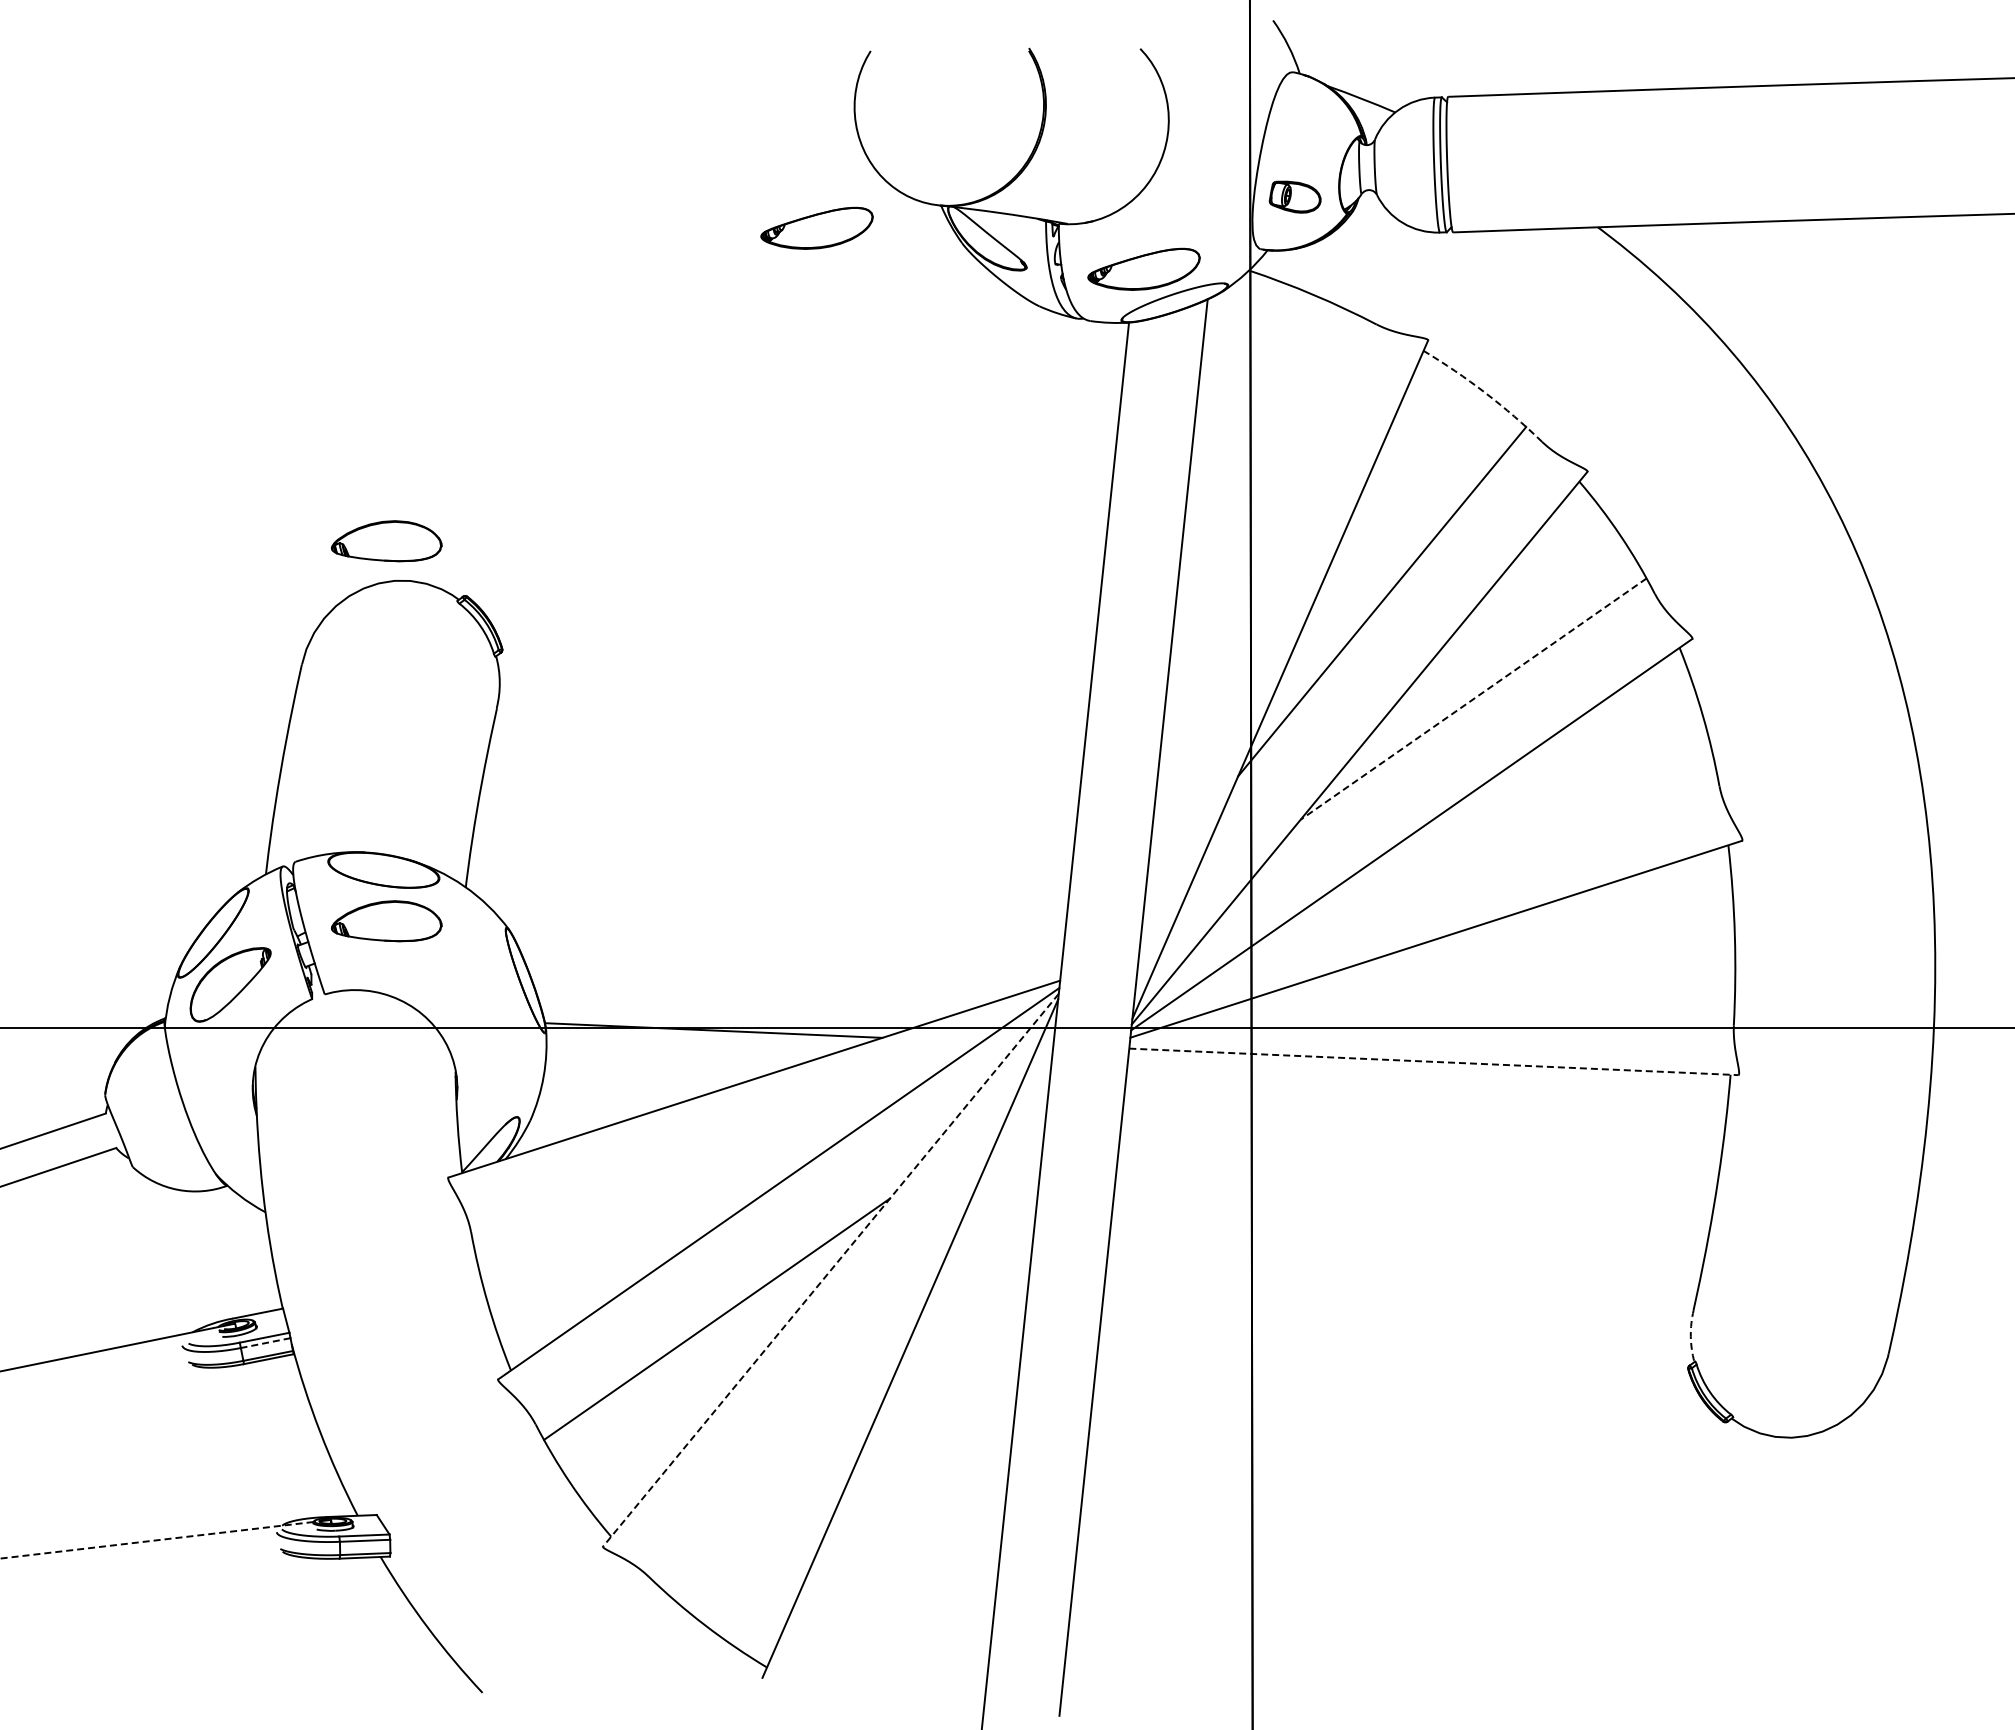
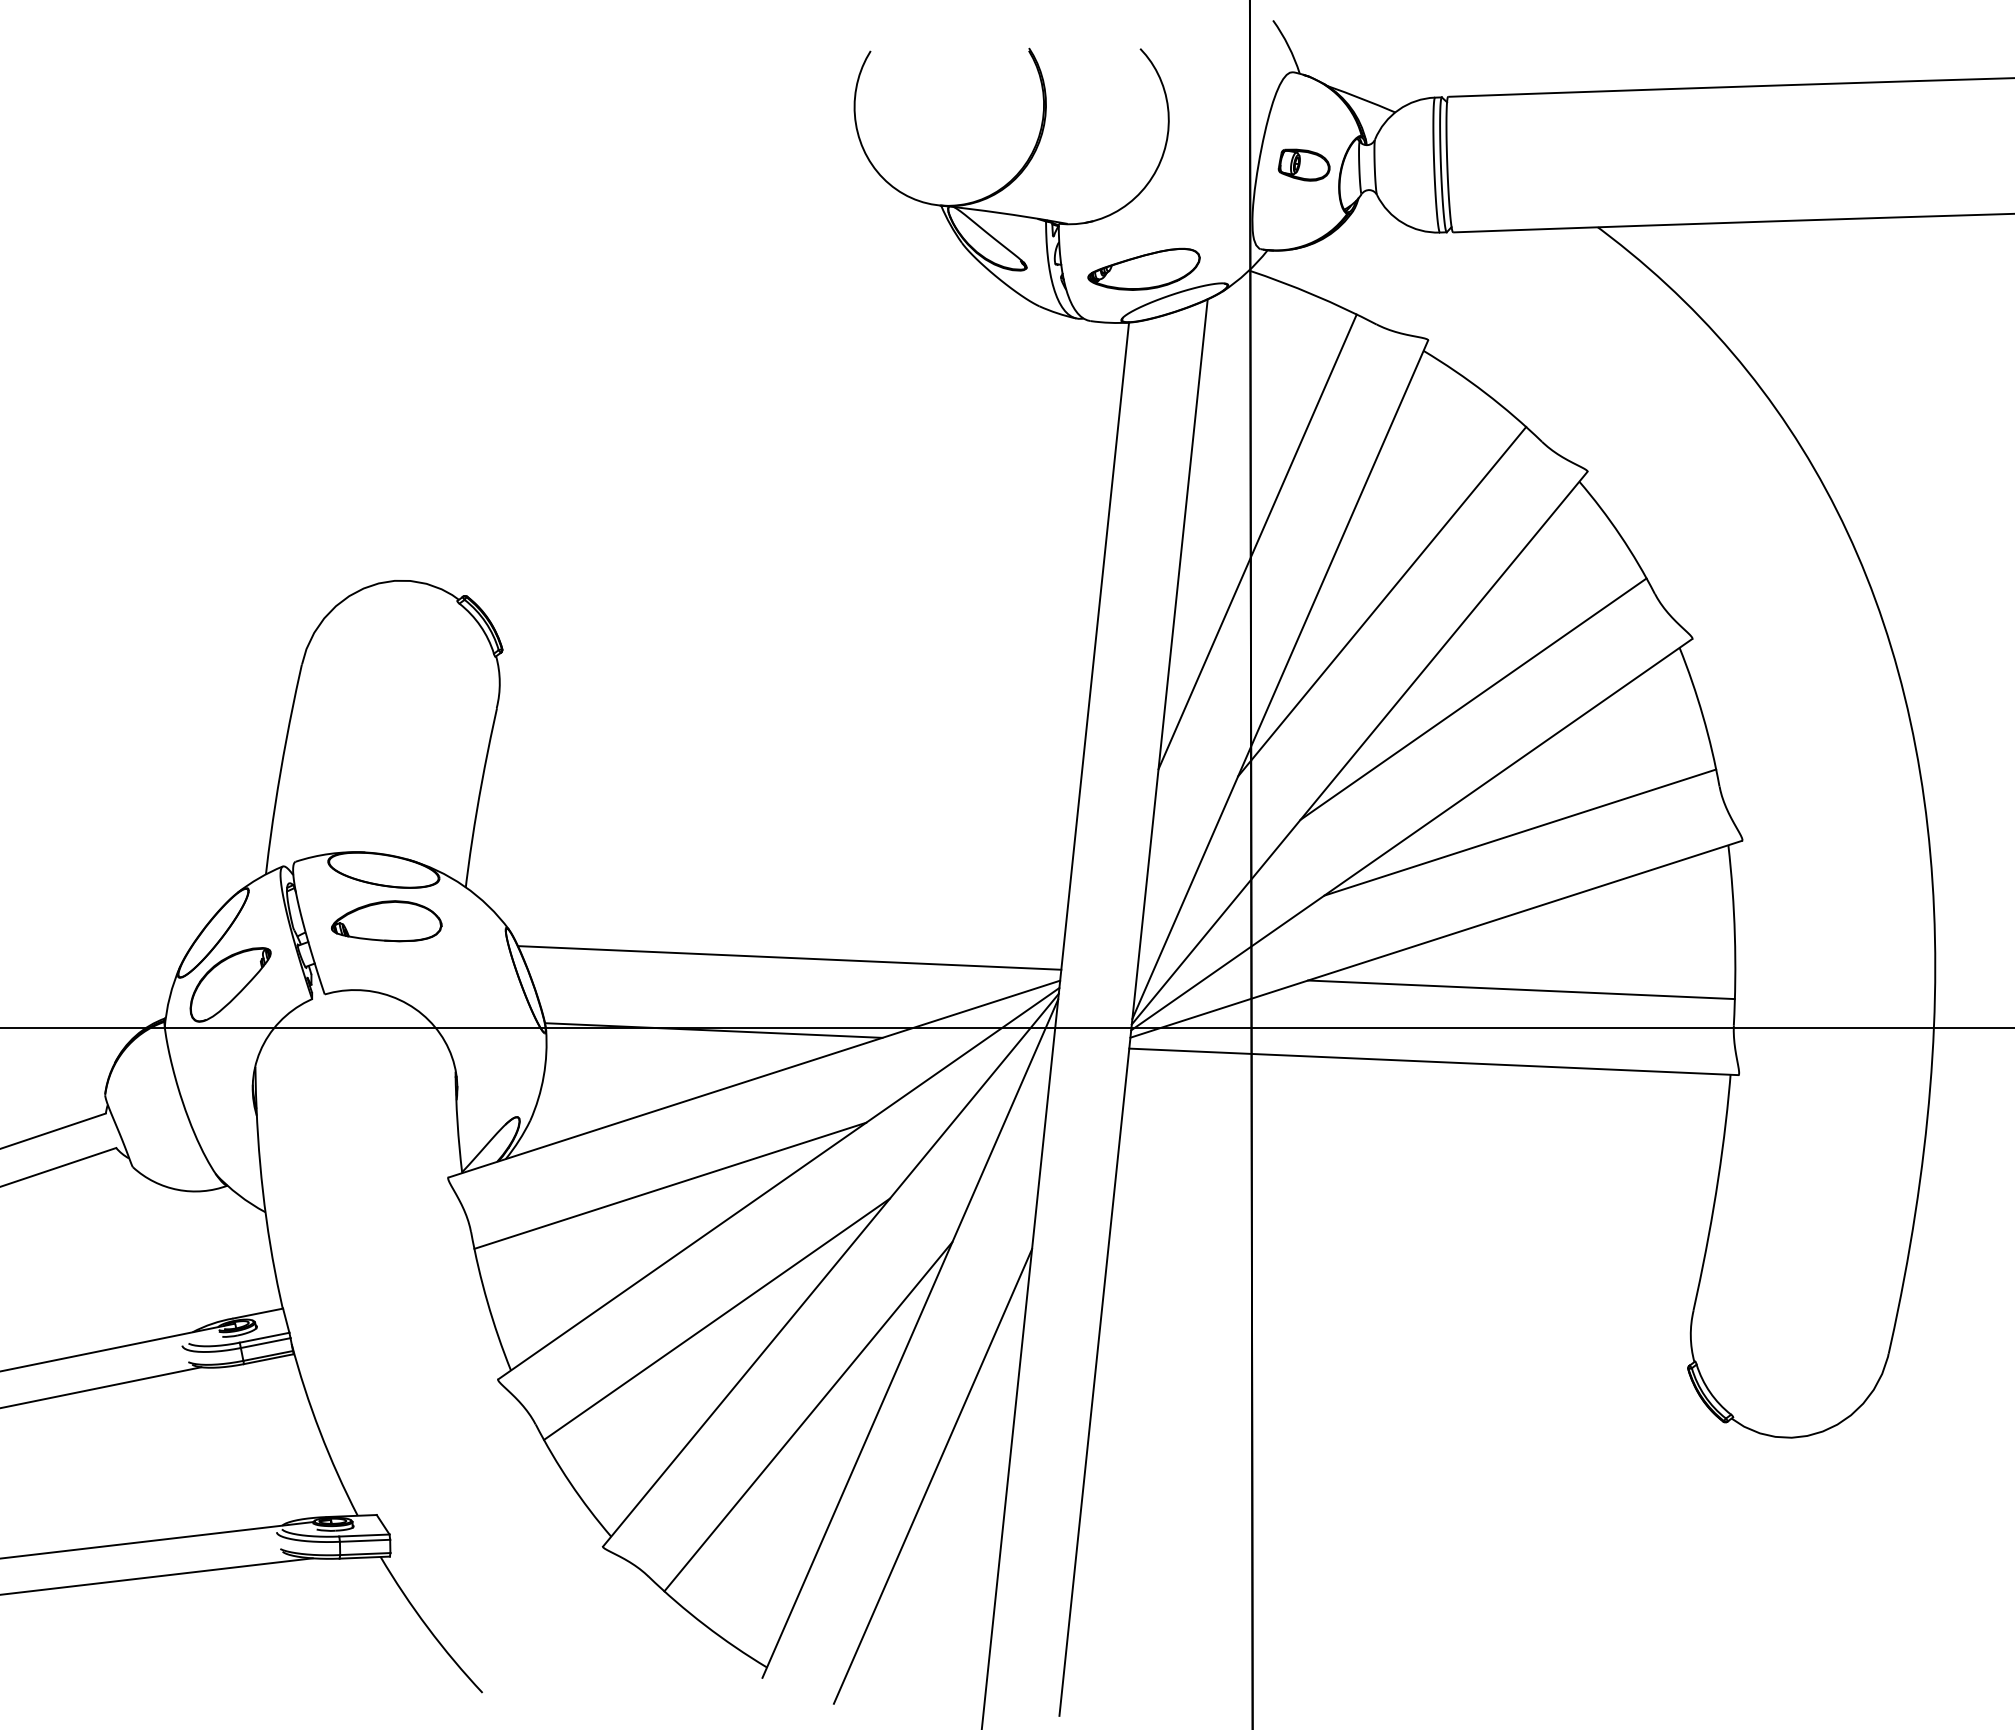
part at (1294, 196) position: (1294, 196) -> (1303, 164)
part at (816, 227): present -> none
arc at (1485, 393): dashed -> solid
part at (386, 541): present -> none
line at (1257, 541): none -> present
line at (1473, 699): dashed -> solid
line at (1520, 832): none -> present
line at (789, 957): none -> present
line at (1521, 989): none -> present
line at (1433, 1061): dashed -> solid
line at (670, 1185): none -> present
line at (830, 1270): dashed -> solid
arc at (1690, 1336): dashed -> solid
line at (265, 1343): dashed -> solid
line at (101, 1387): none -> present
line at (808, 1416): none -> present
line at (932, 1476): none -> present
line at (156, 1540): dashed -> solid
line at (157, 1576): none -> present
